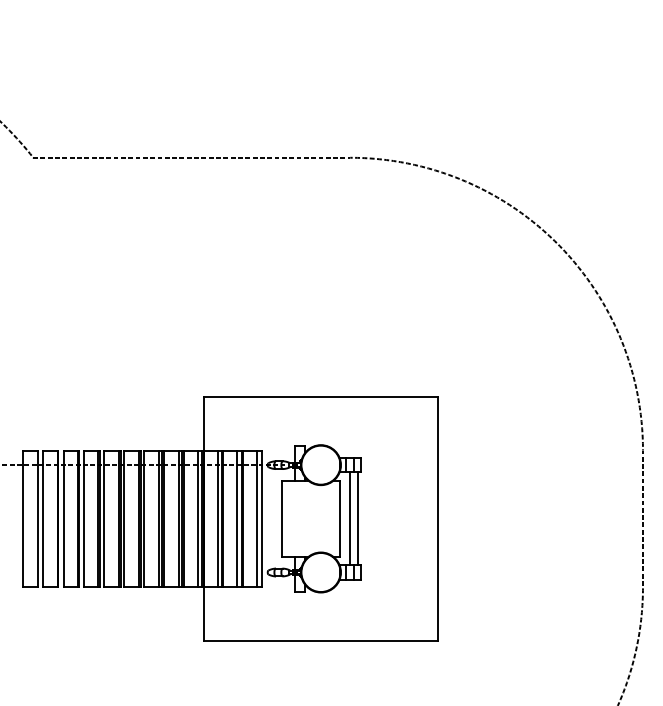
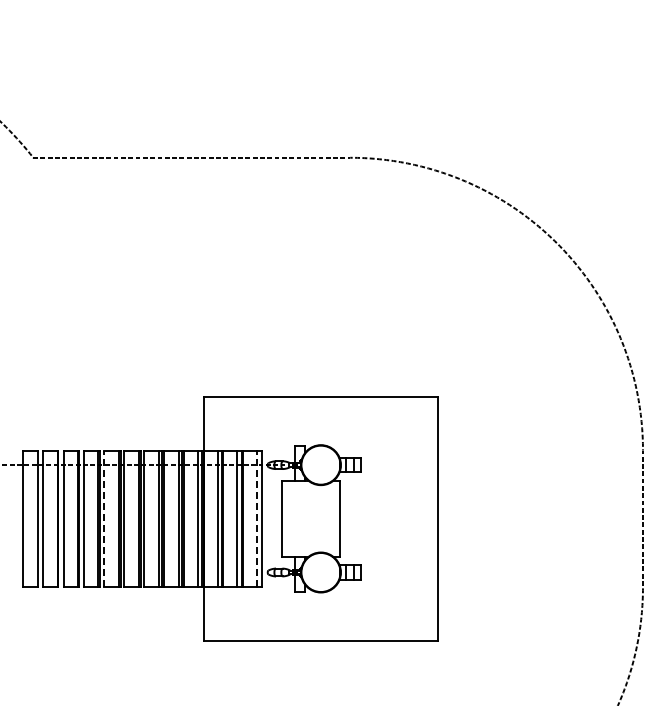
line at (104, 518): solid -> dashed
line at (256, 518): solid -> dashed
line at (349, 518): present -> none
line at (357, 518): present -> none
